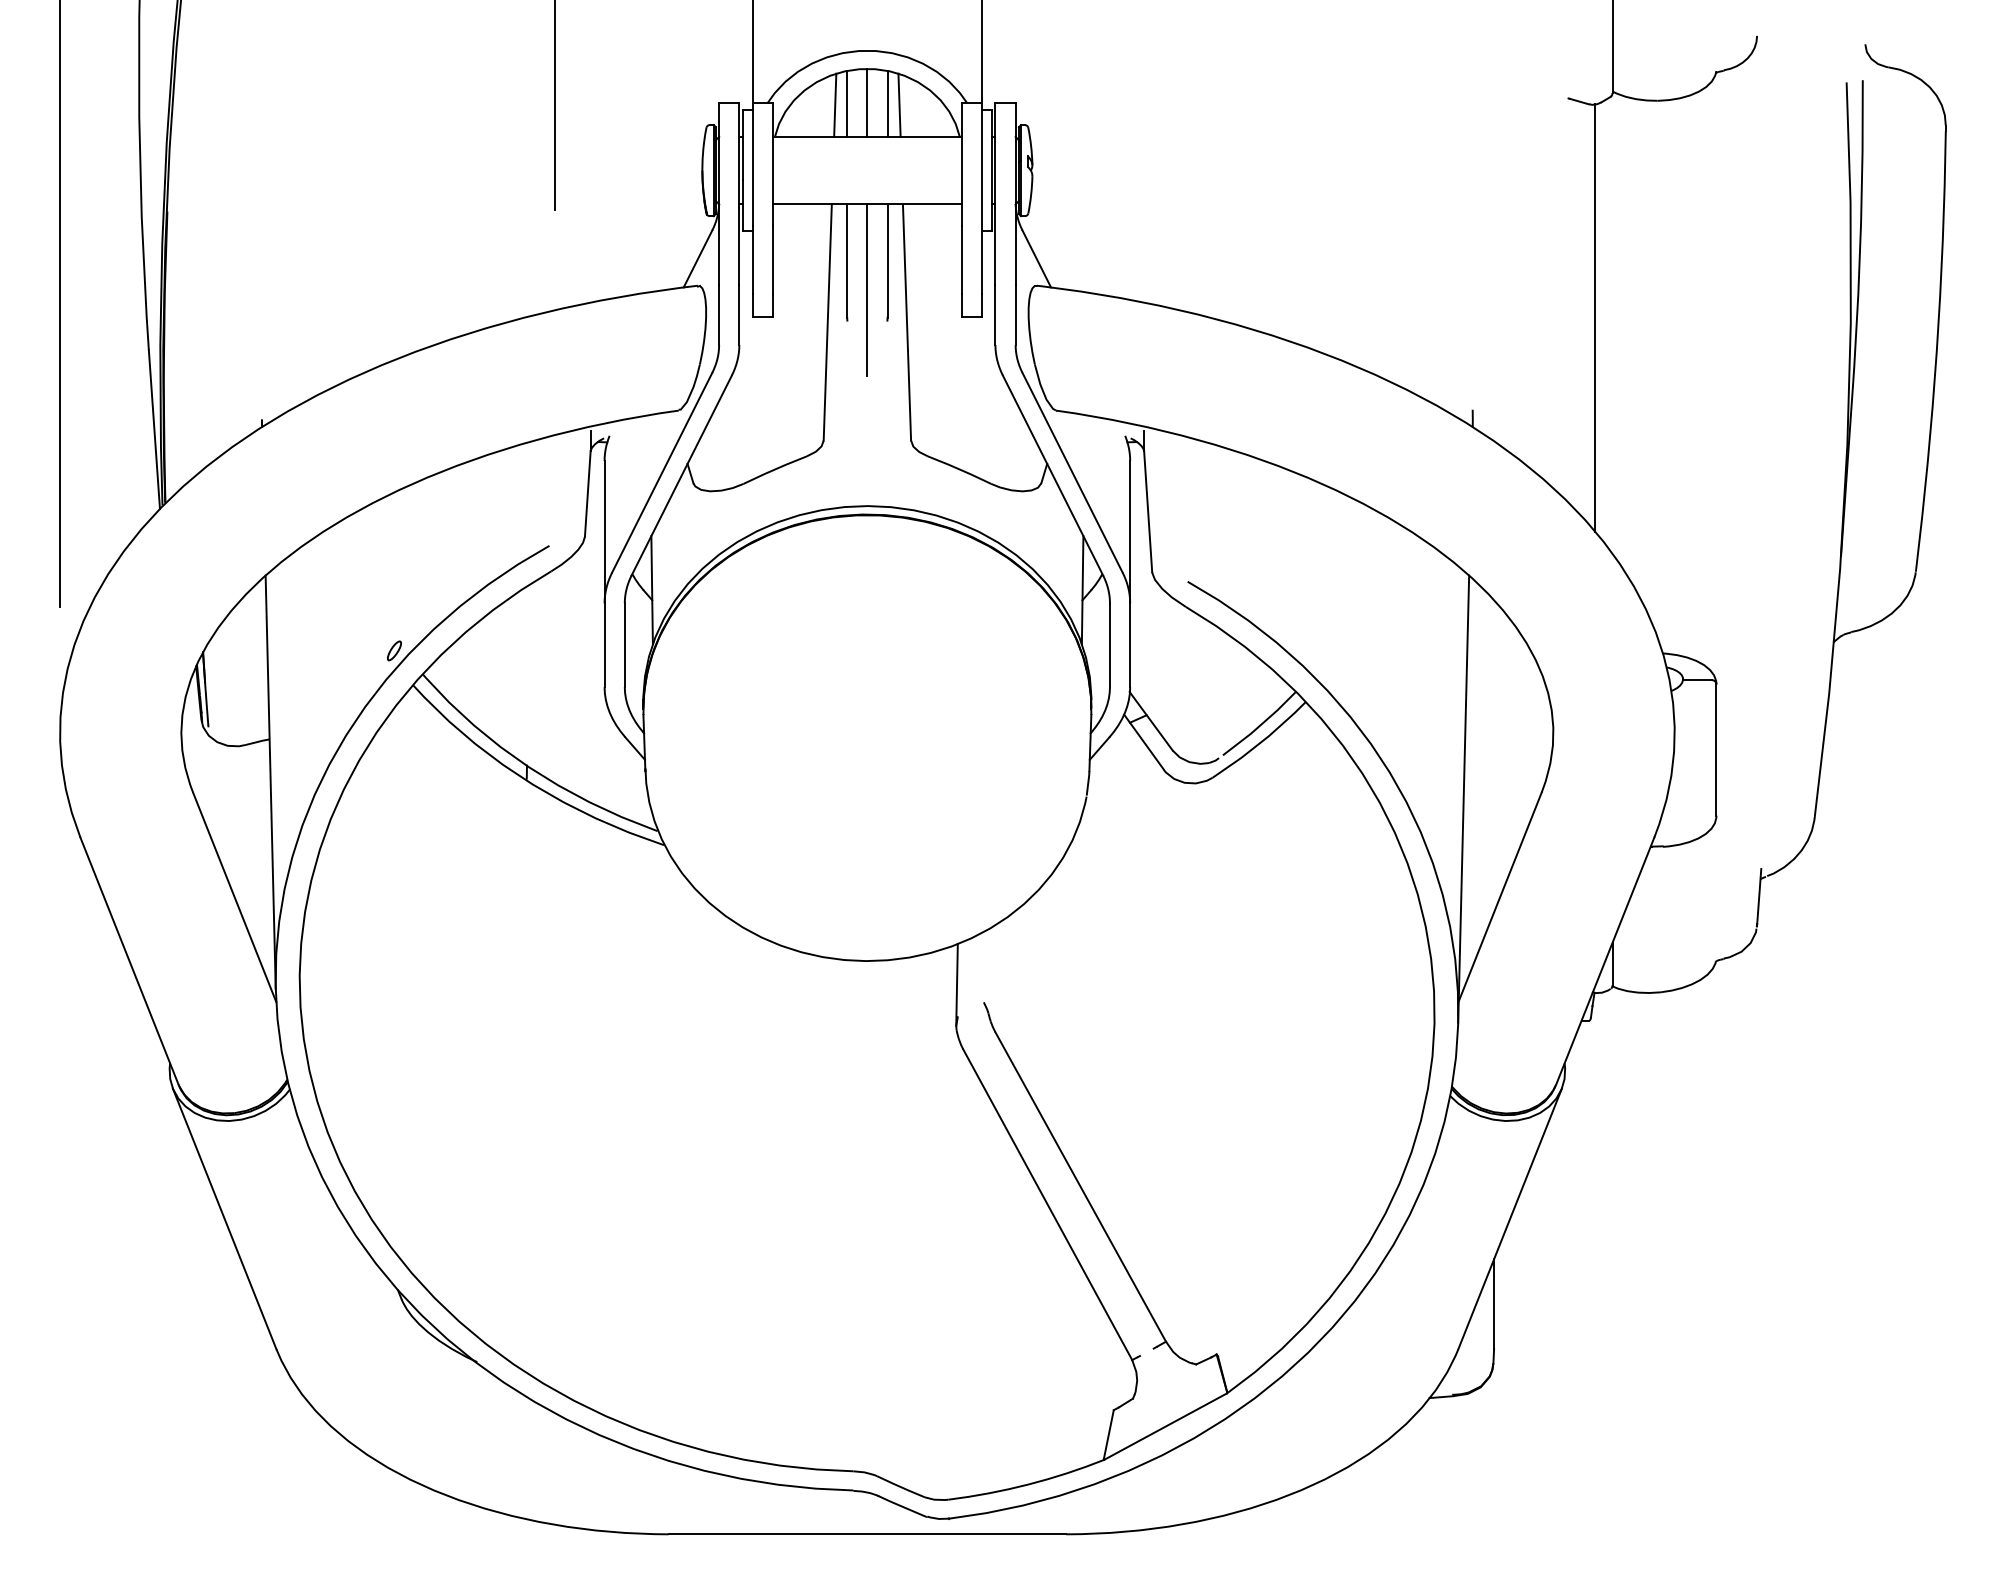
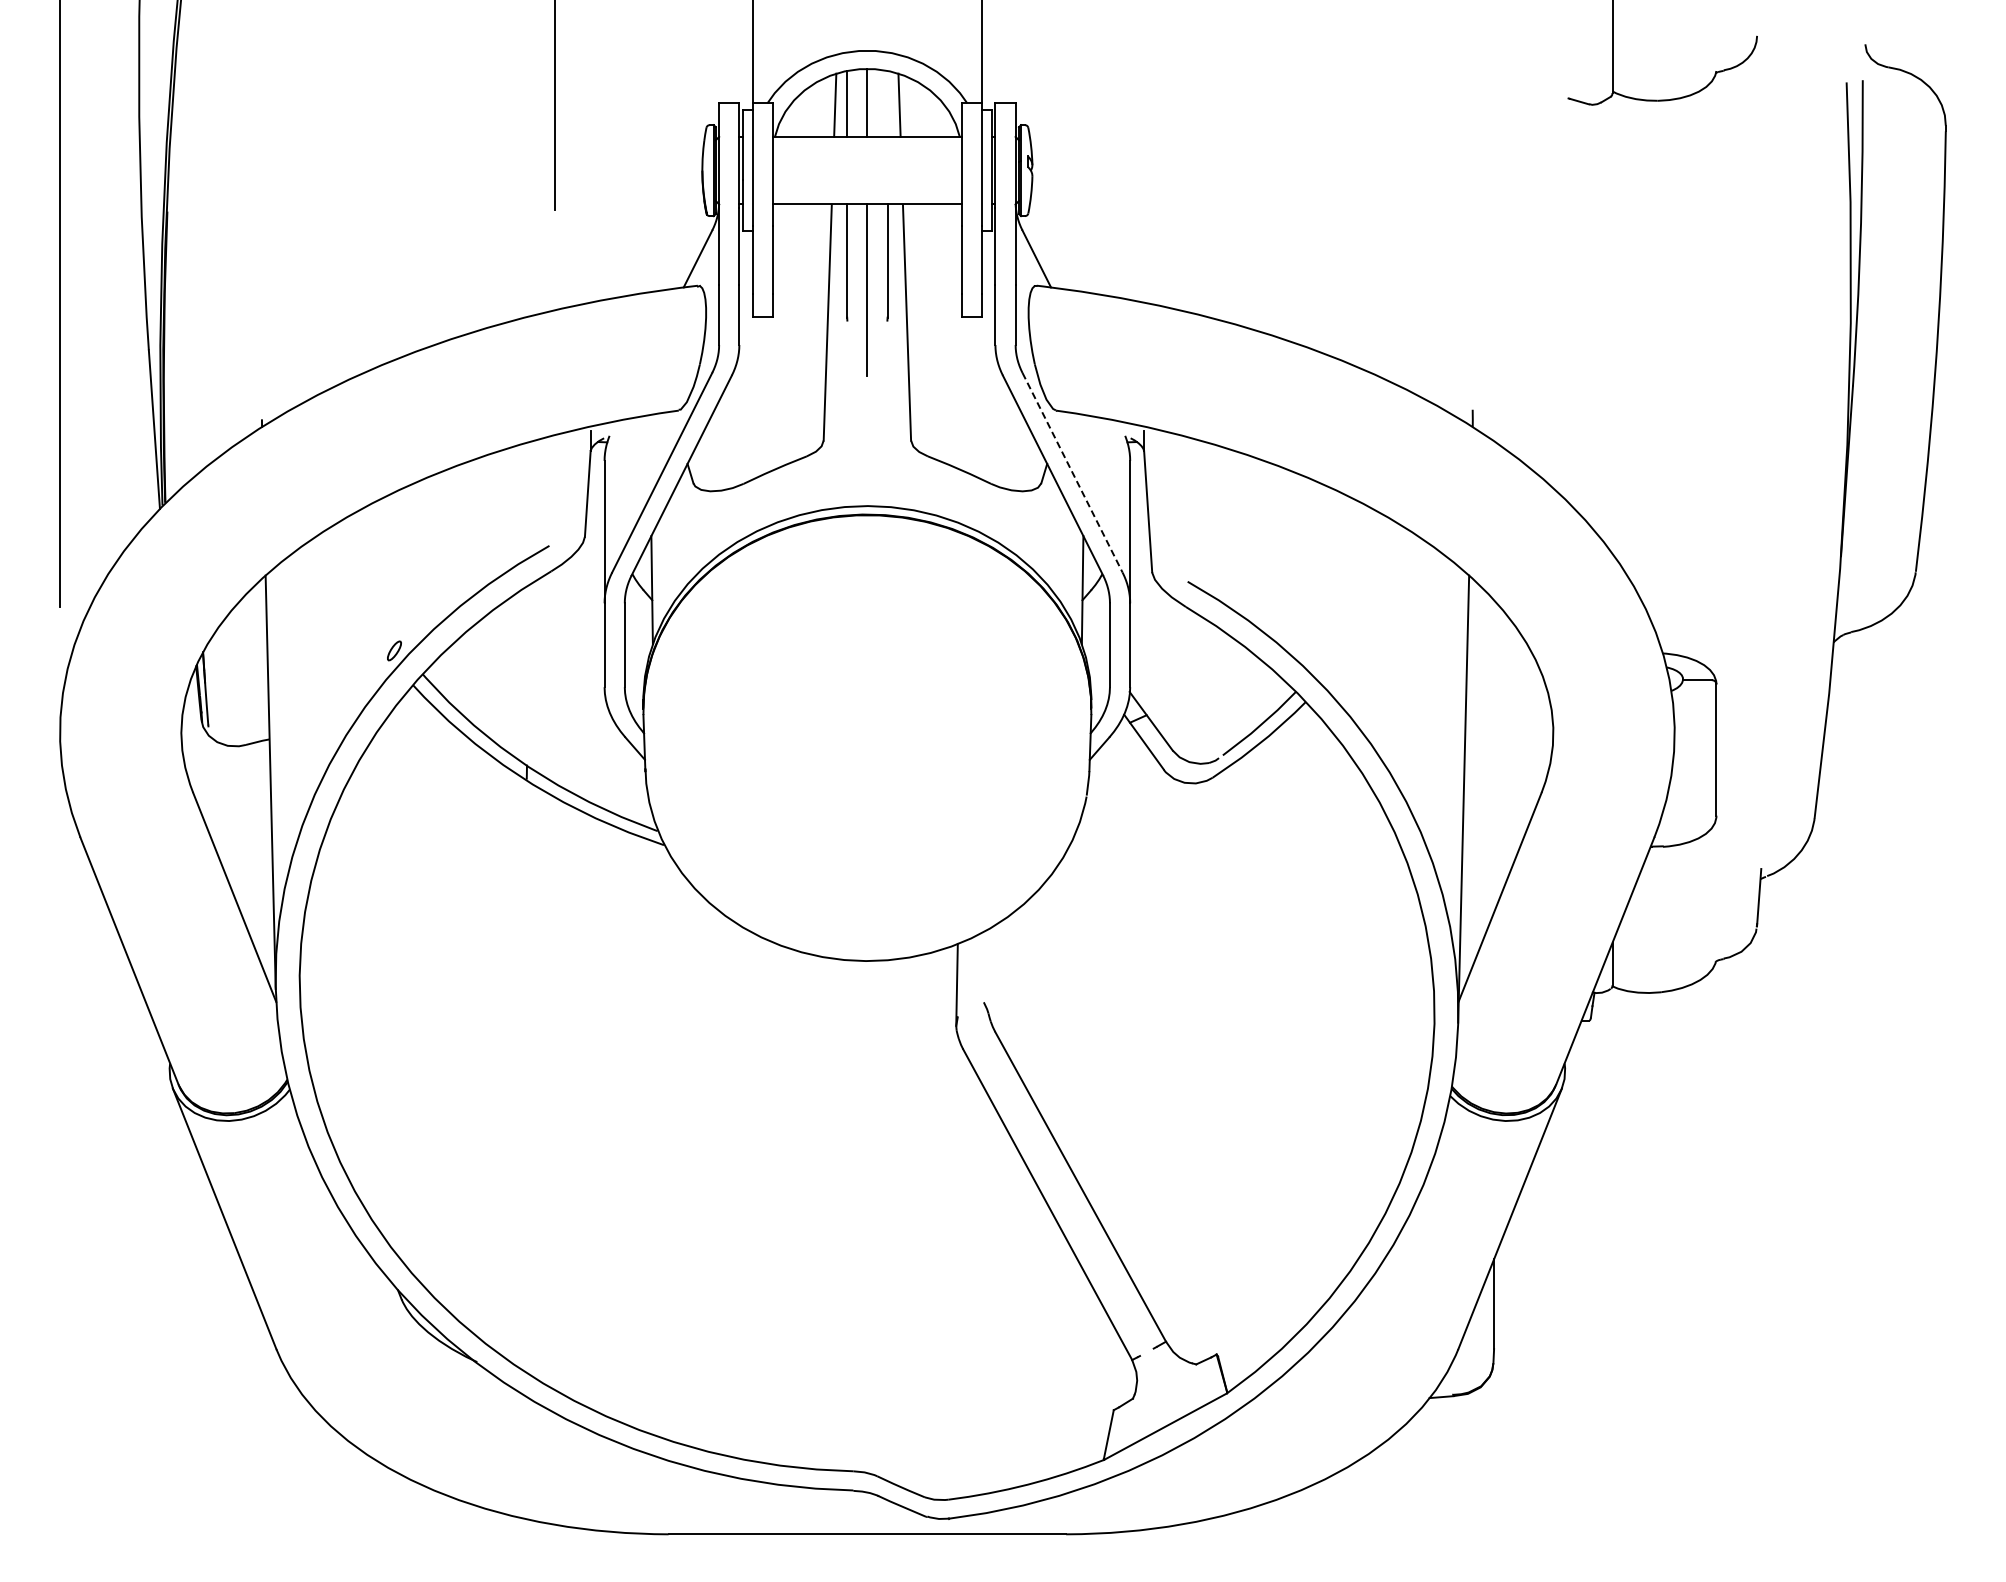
line at (887, 103): present -> none
line at (1595, 317): present -> none
line at (1072, 472): solid -> dashed
